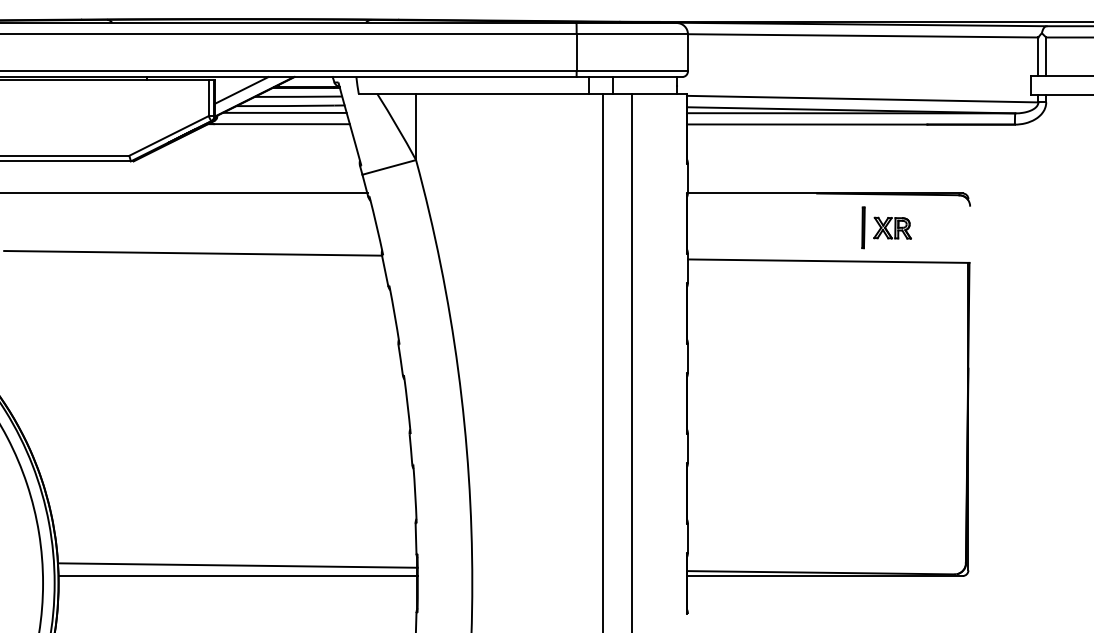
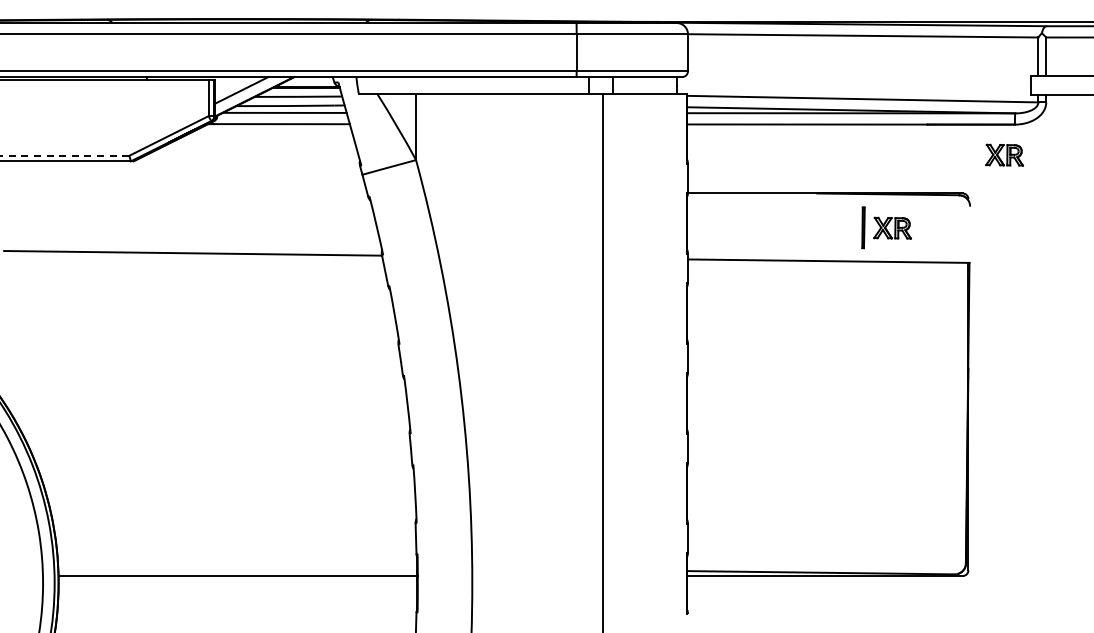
part at (1004, 154): none -> present
line at (64, 155): solid -> dashed
line at (185, 193): present -> none
line at (632, 361): present -> none
line at (237, 565): present -> none
